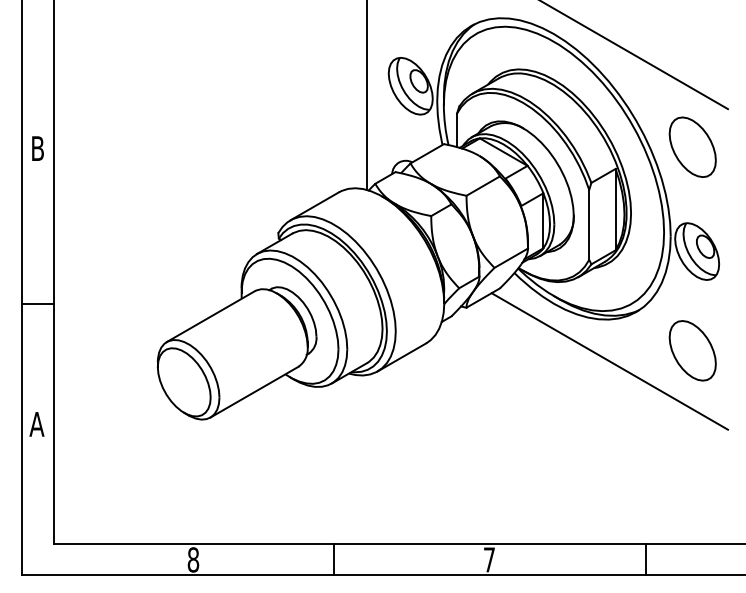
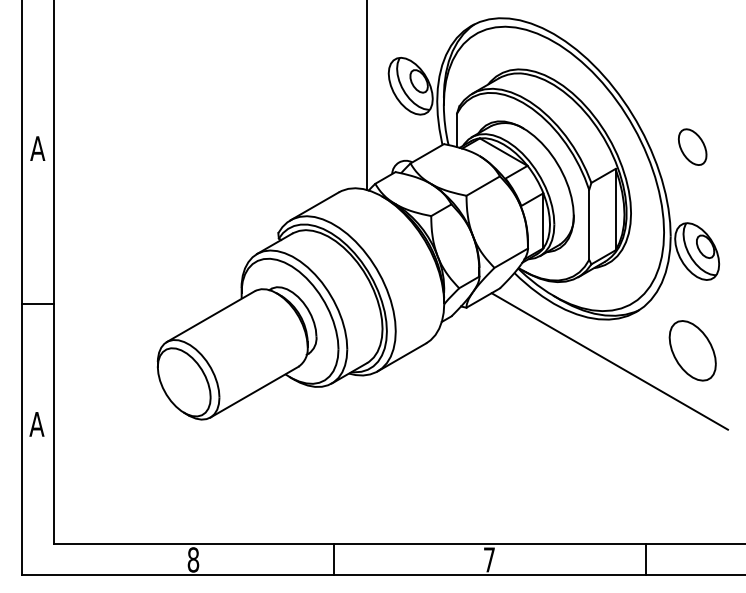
line at (635, 55): present -> none
part at (692, 146) size: 49x62 px -> 31x38 px
text at (37, 148): B -> A
